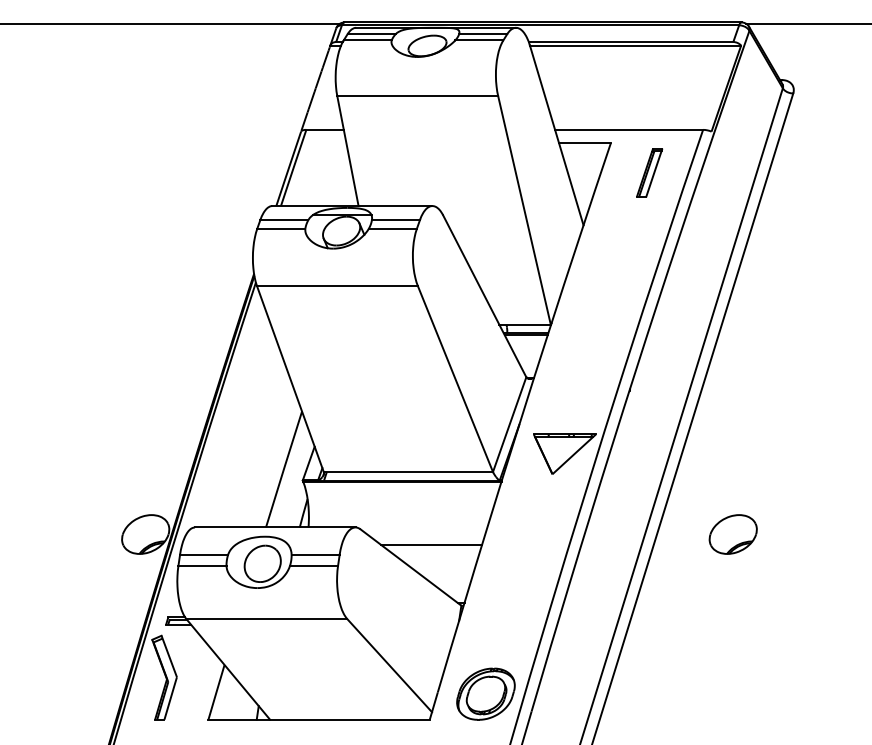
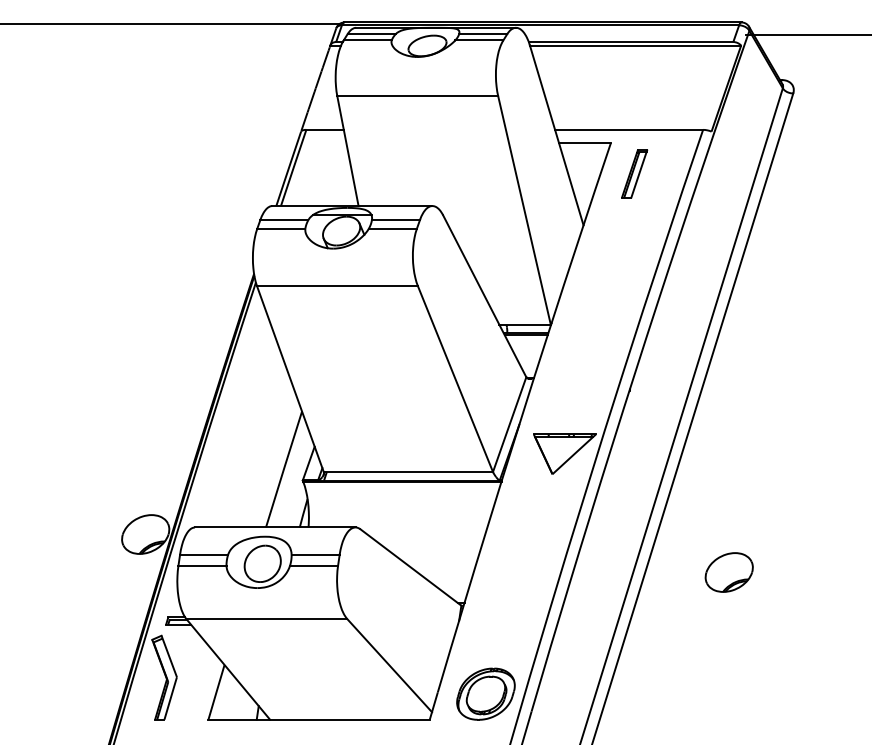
line at (807, 23) position: (807, 23) -> (807, 34)
part at (649, 172) position: (649, 172) -> (634, 173)
part at (732, 534) position: (732, 534) -> (728, 572)
line at (431, 544): present -> none
